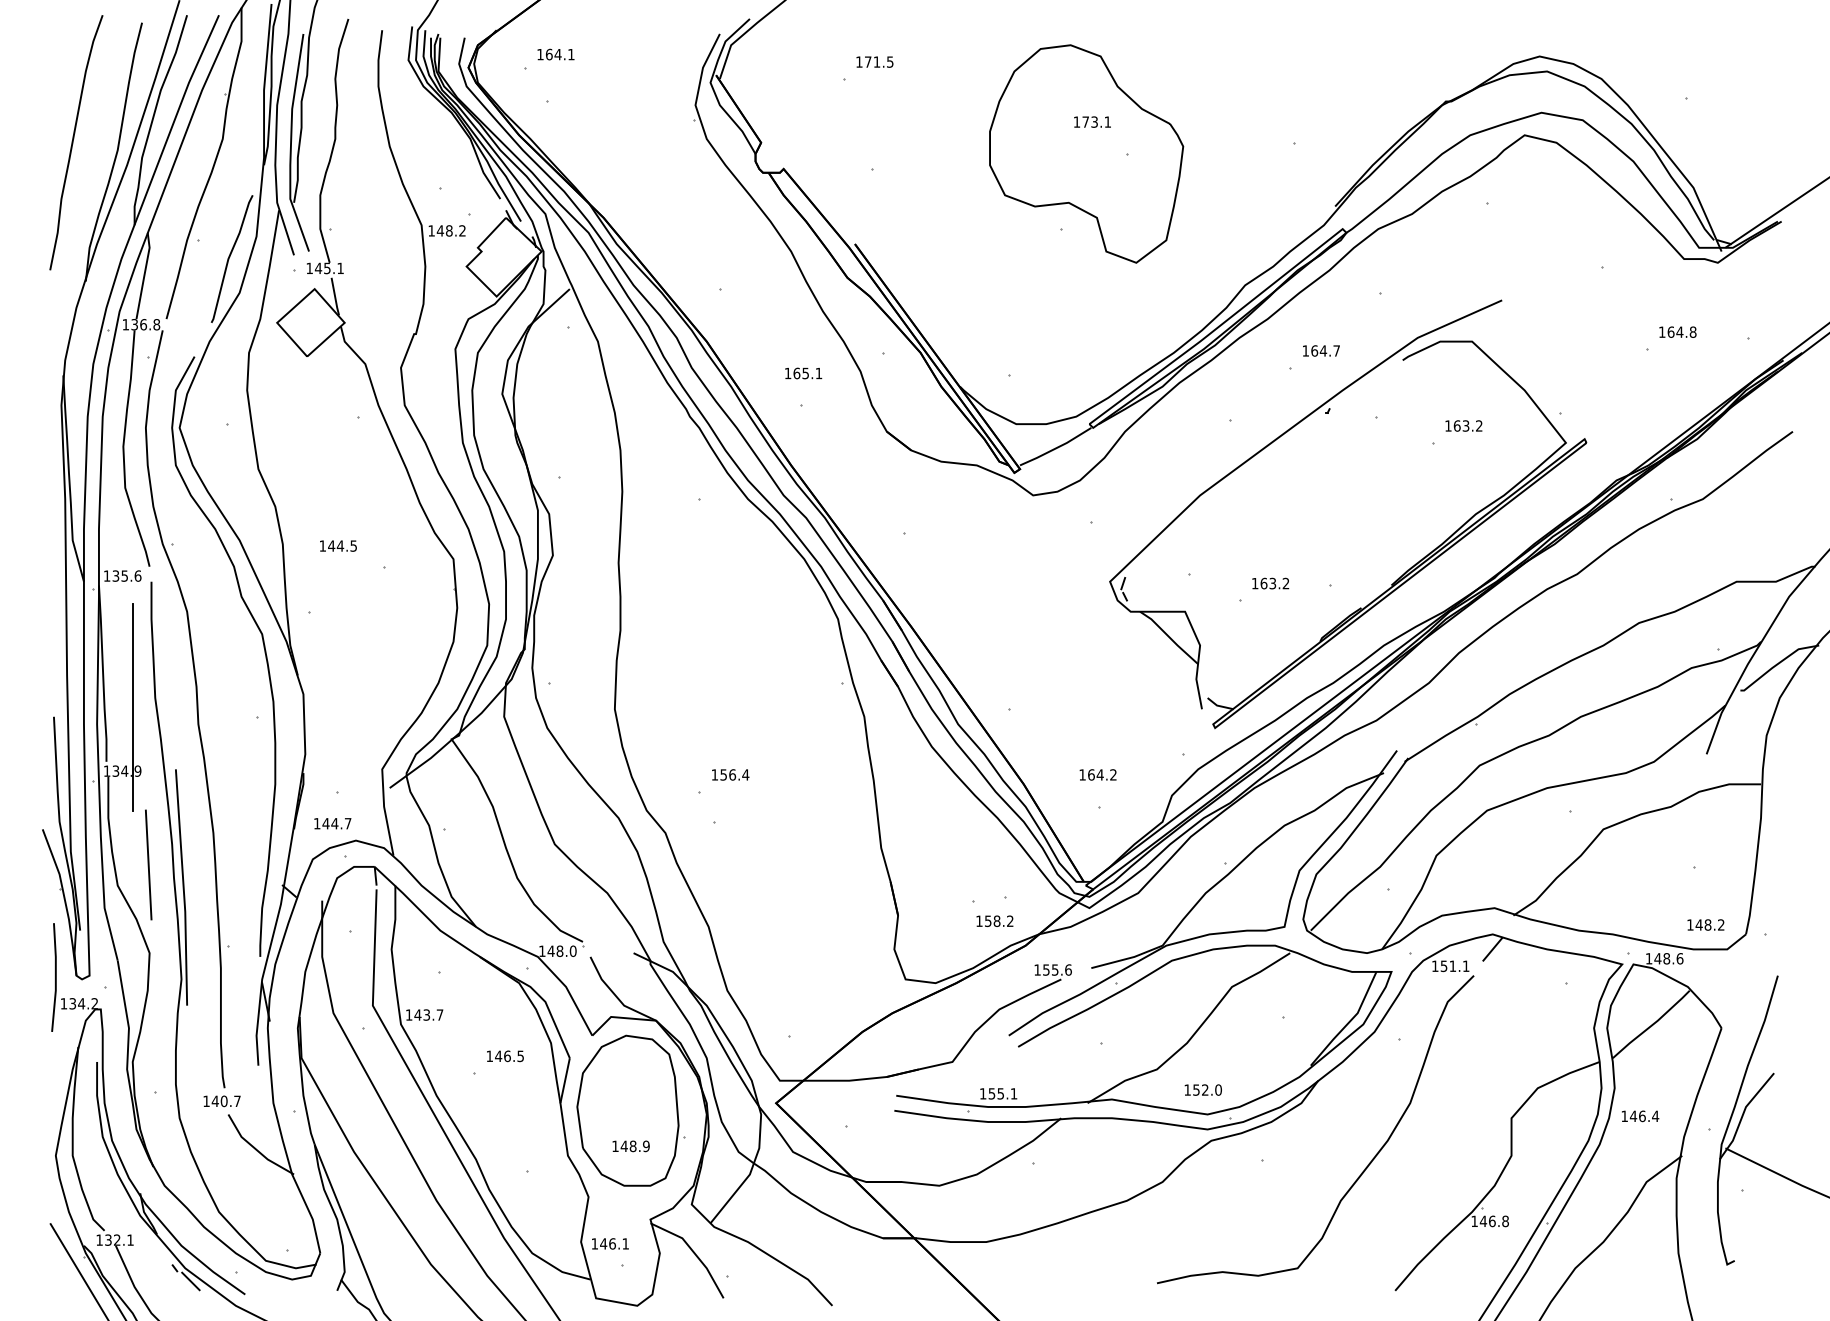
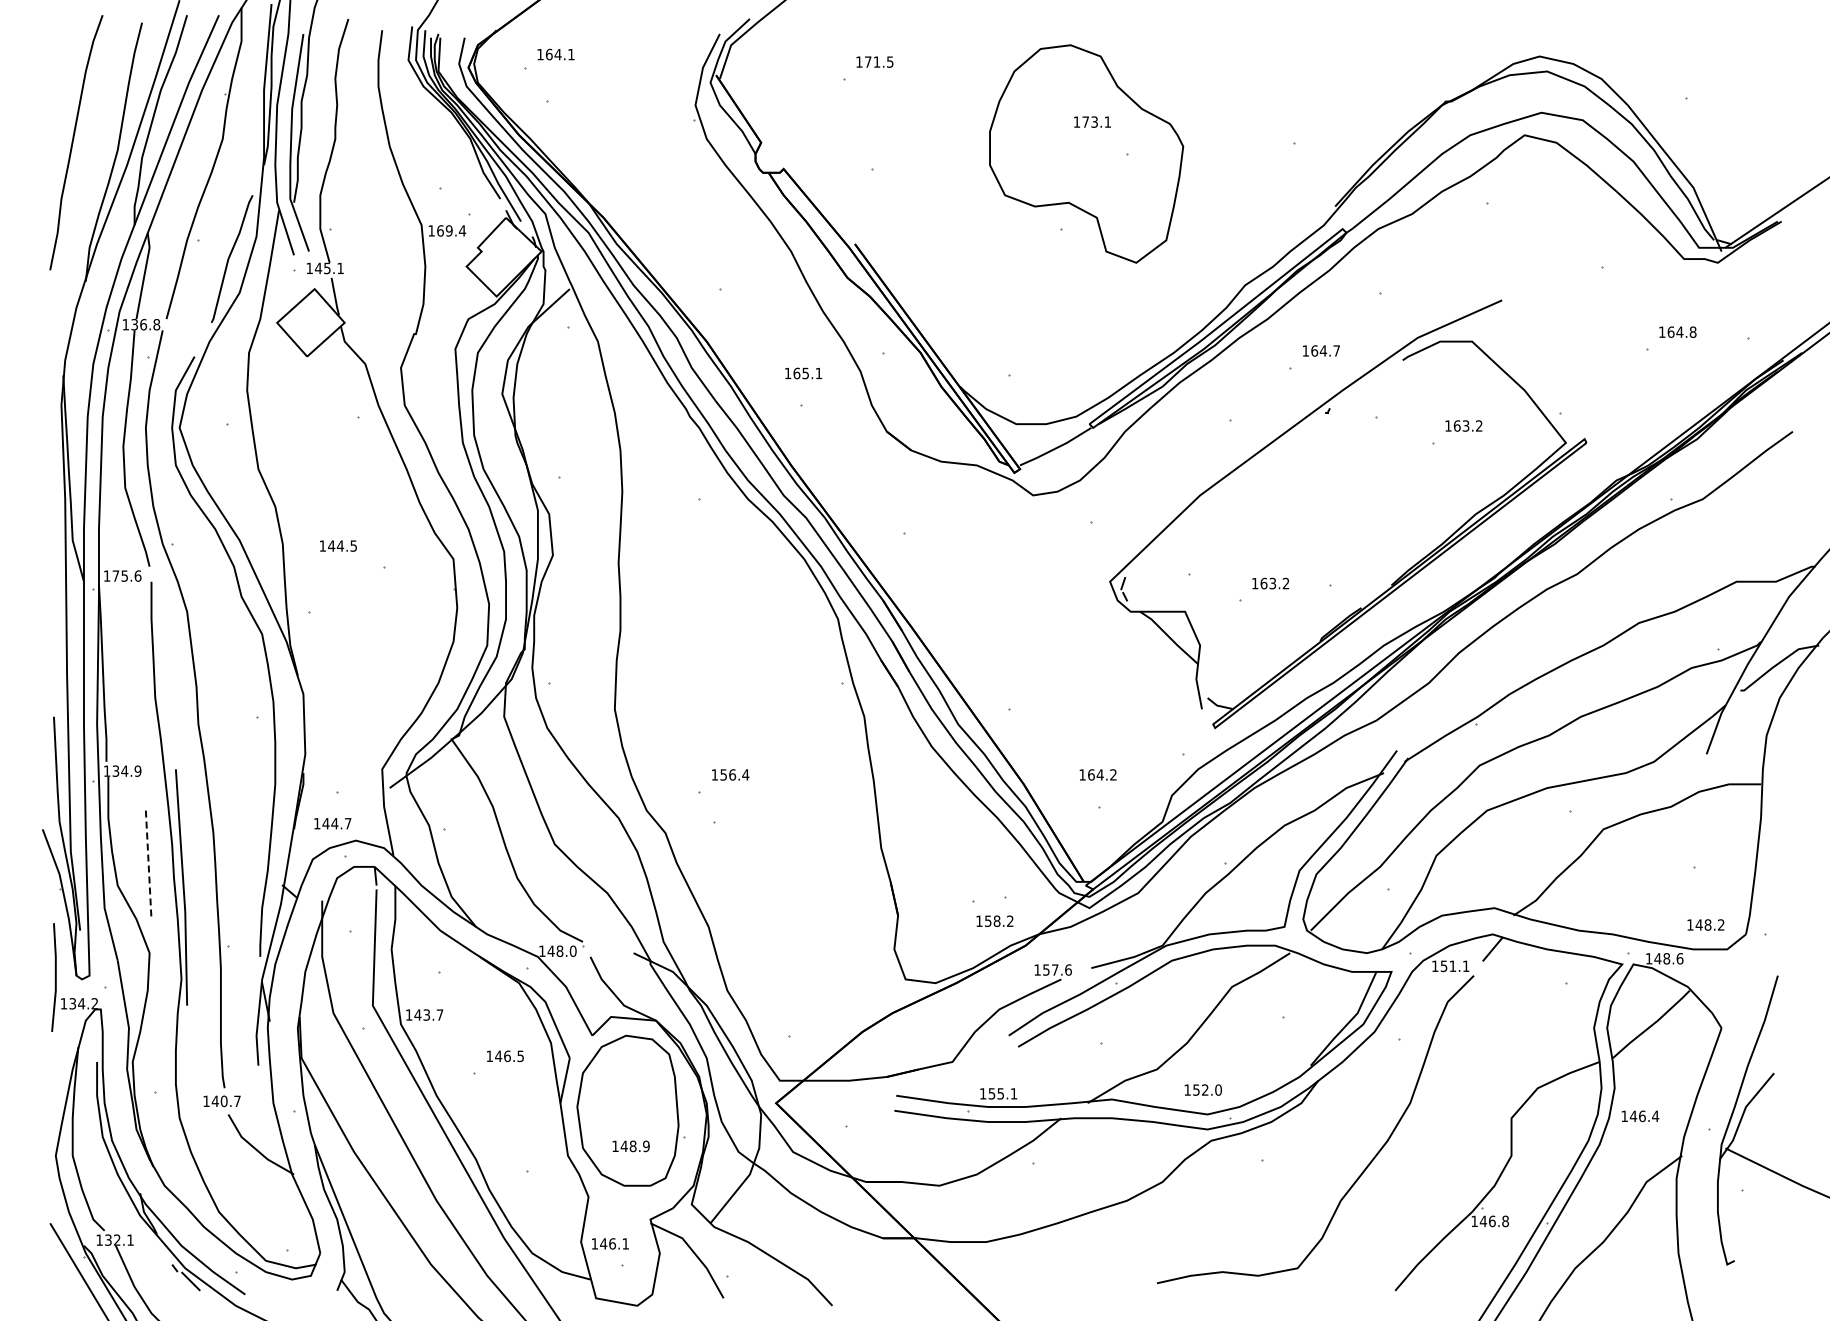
text at (451, 230): 148.2 -> 169.4
text at (115, 575): 135.6 -> 175.6
line at (132, 707): present -> none
line at (148, 865): solid -> dashed
text at (1055, 969): 155.6 -> 157.6
